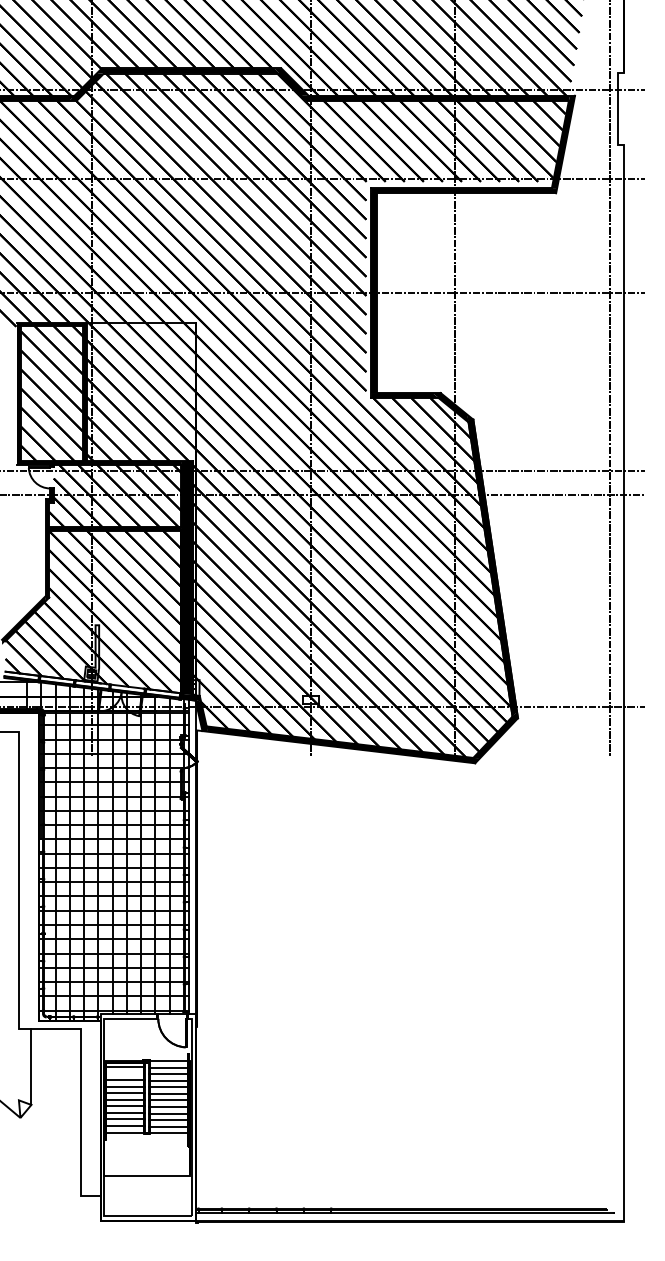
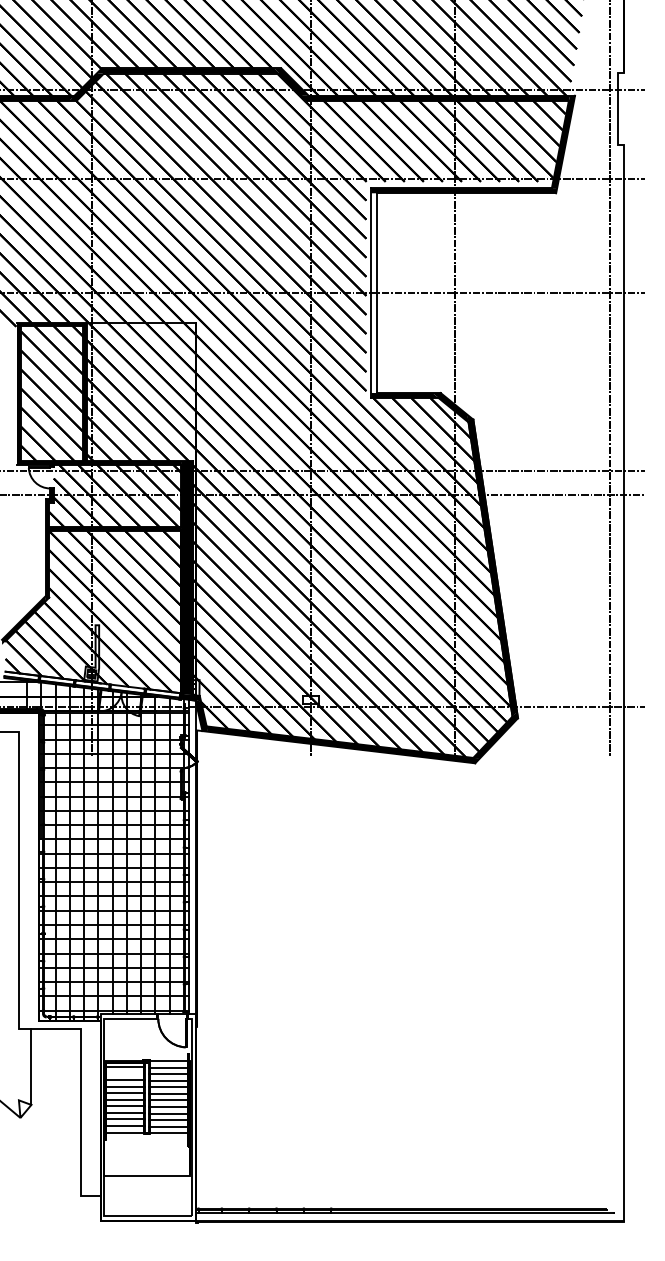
fill at (373, 293): present -> none
